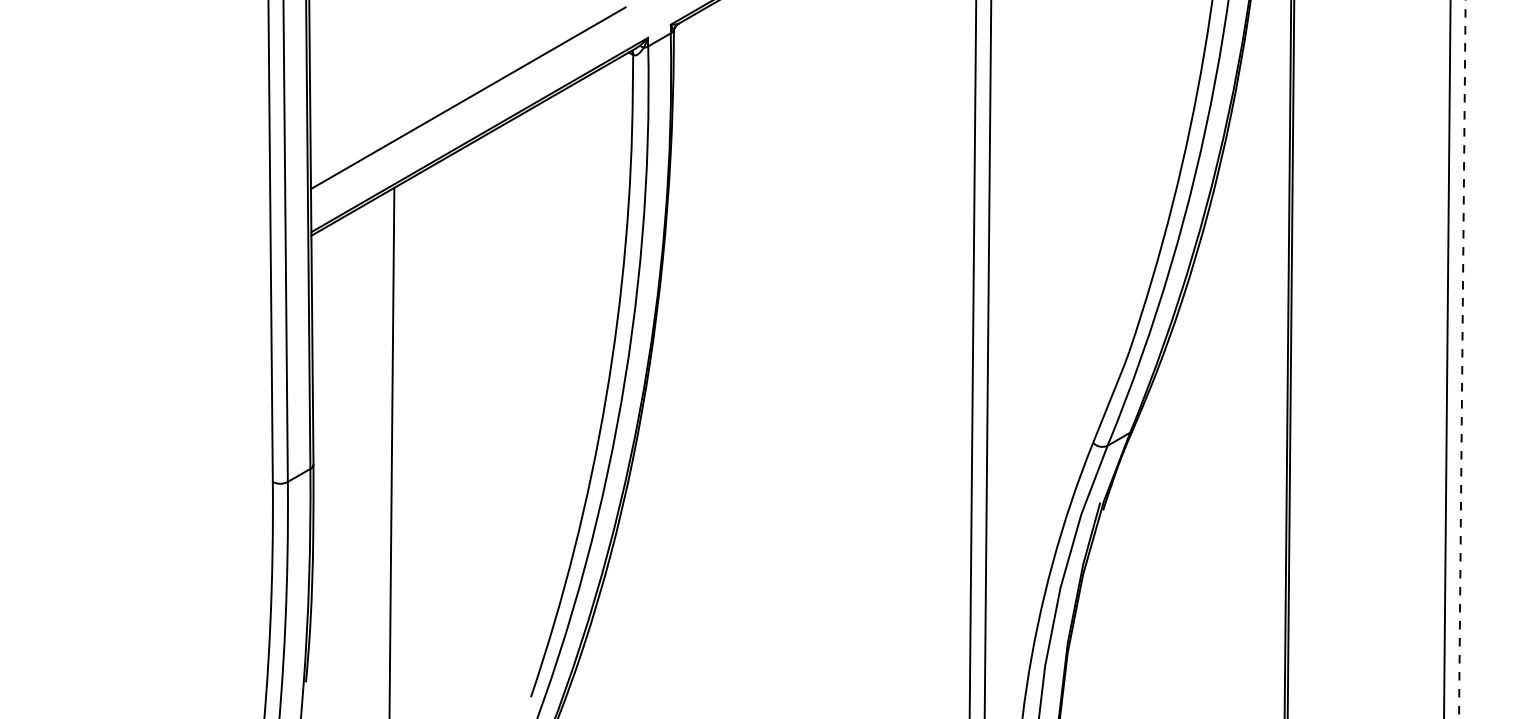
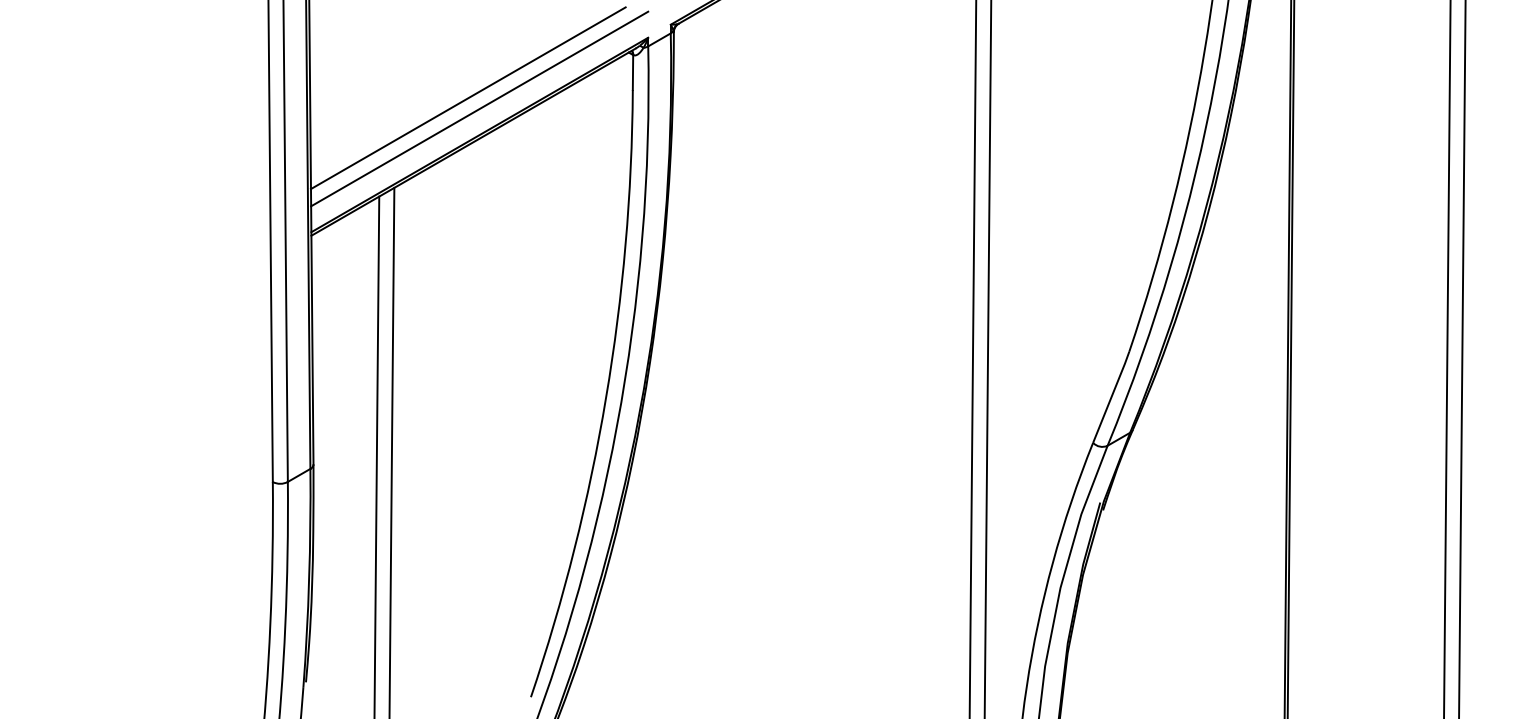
line at (479, 108): none -> present
line at (1462, 359): dashed -> solid
line at (376, 455): none -> present
